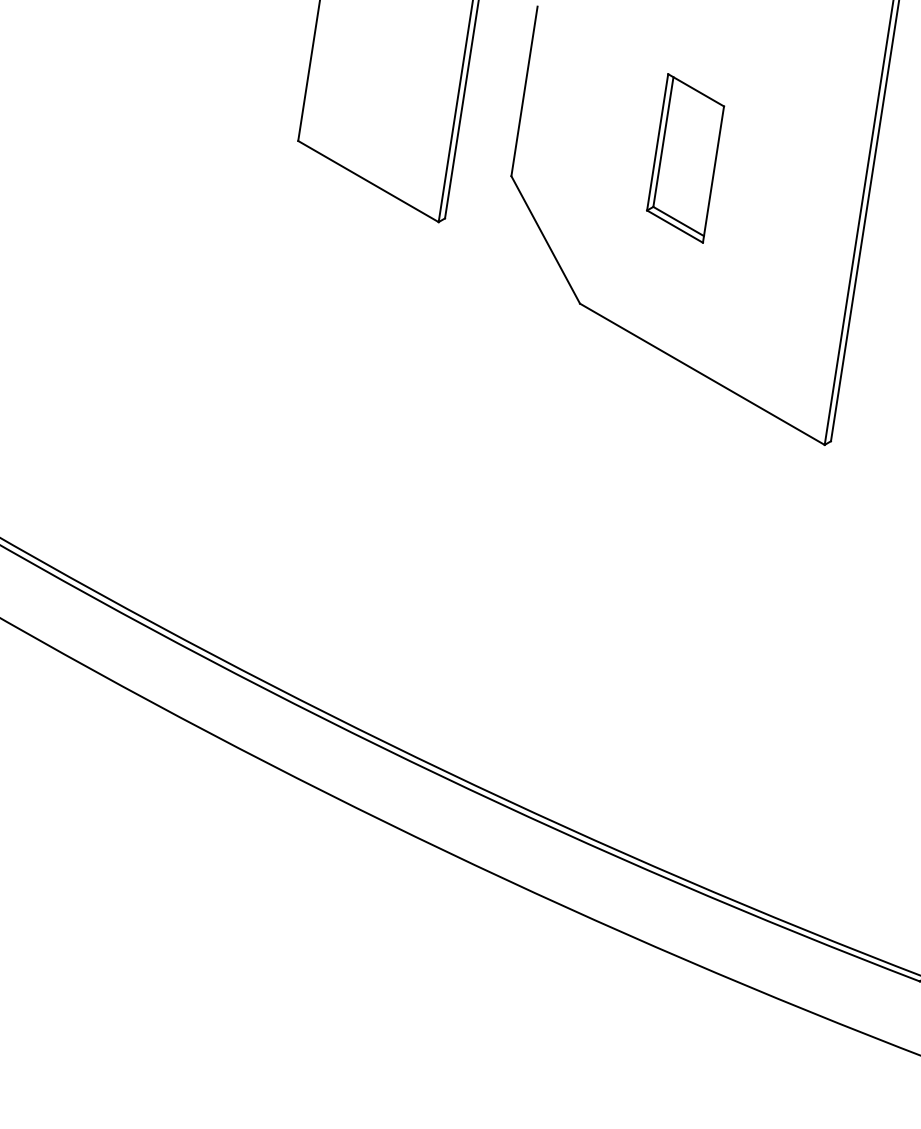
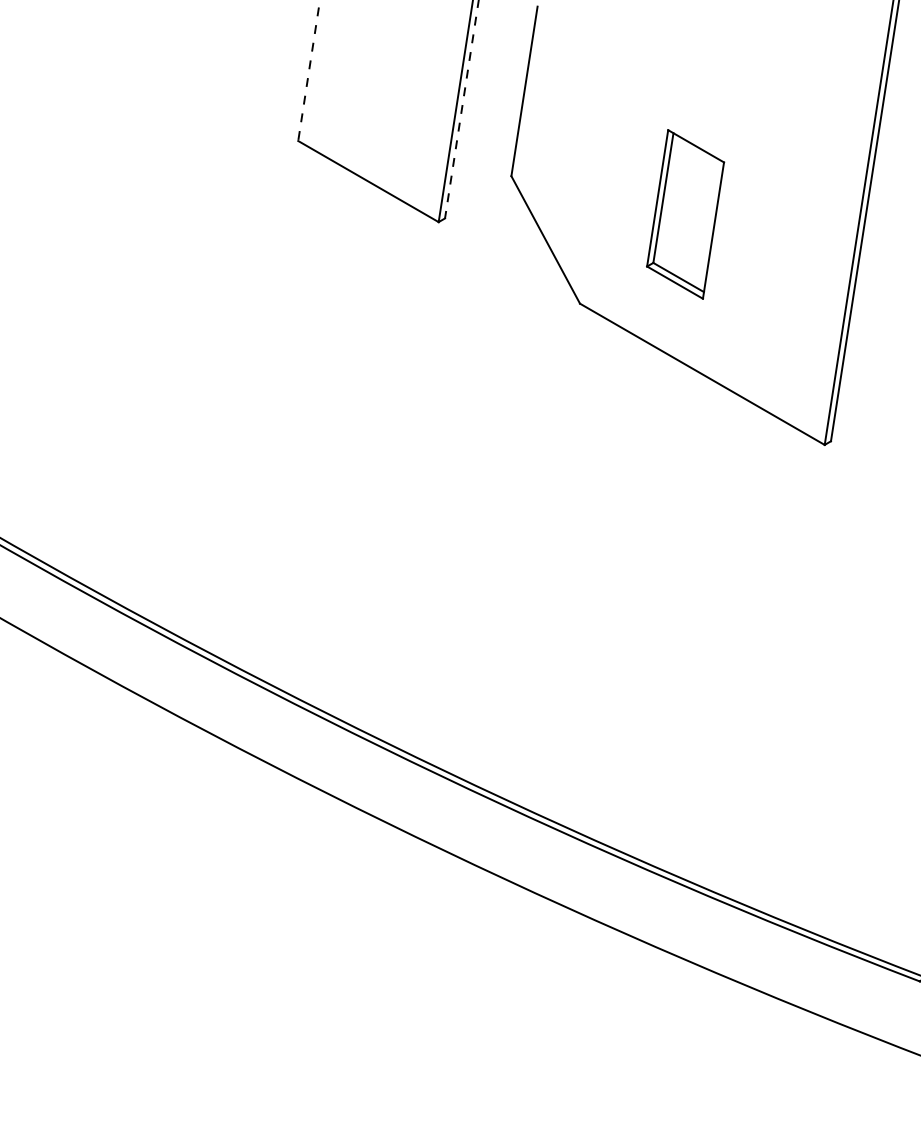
line at (309, 70): solid -> dashed
line at (461, 109): solid -> dashed
part at (685, 158) position: (685, 158) -> (685, 214)
